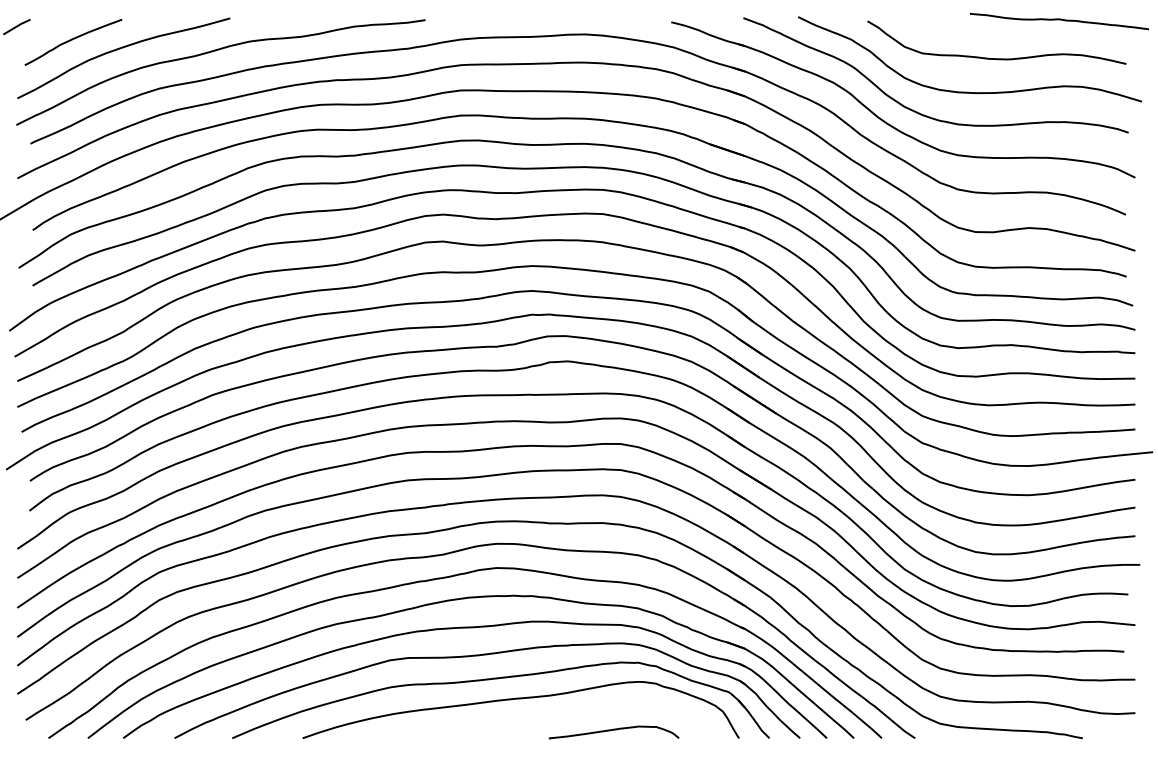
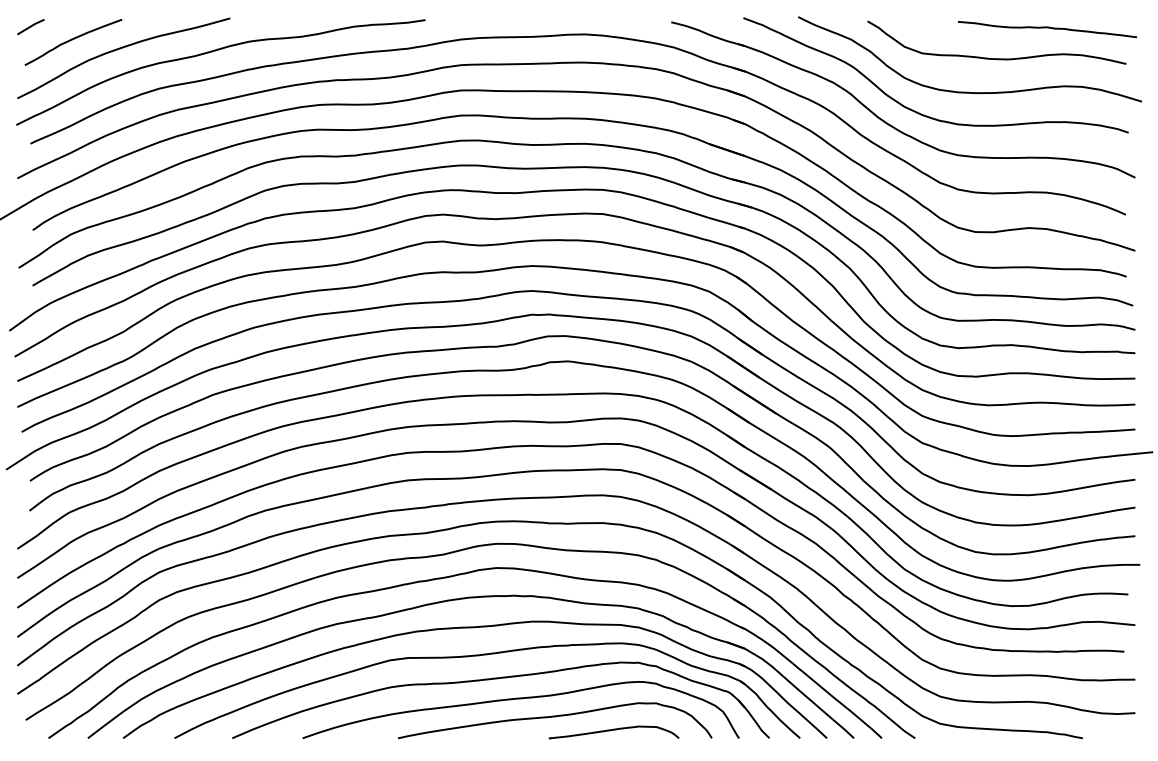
curve at (1059, 20) position: (1059, 20) -> (1047, 28)
line at (16, 26) position: (16, 26) -> (30, 26)
curve at (555, 717): none -> present
